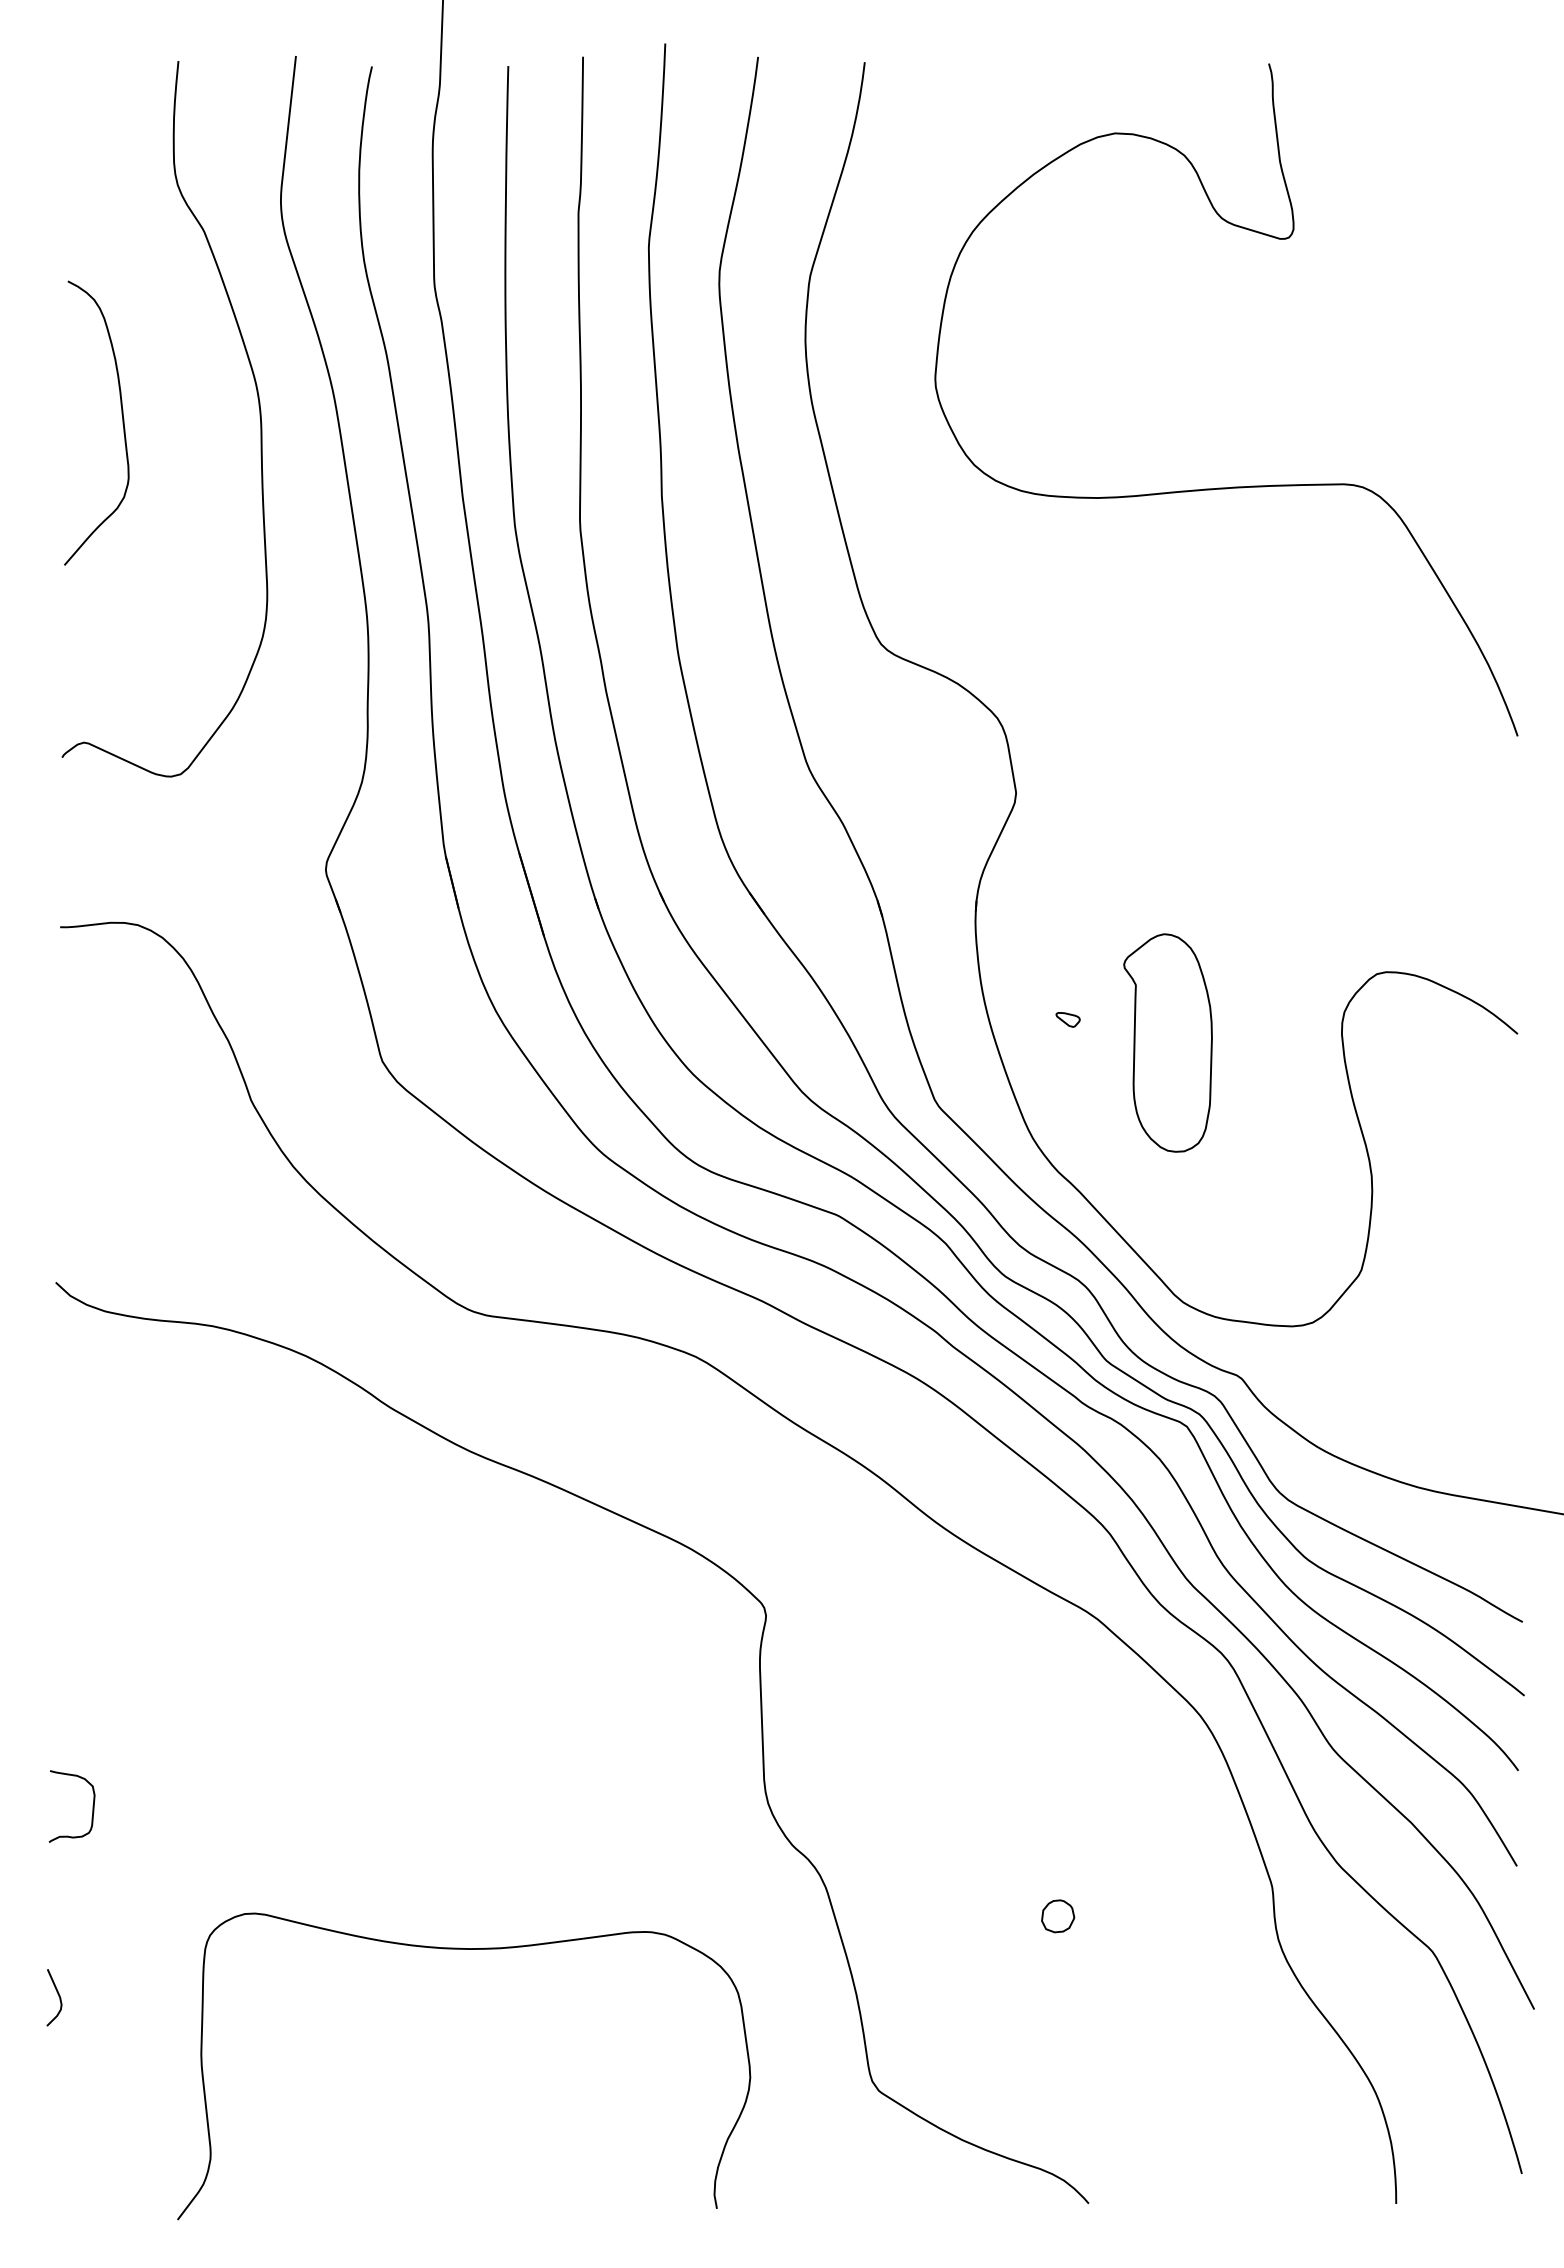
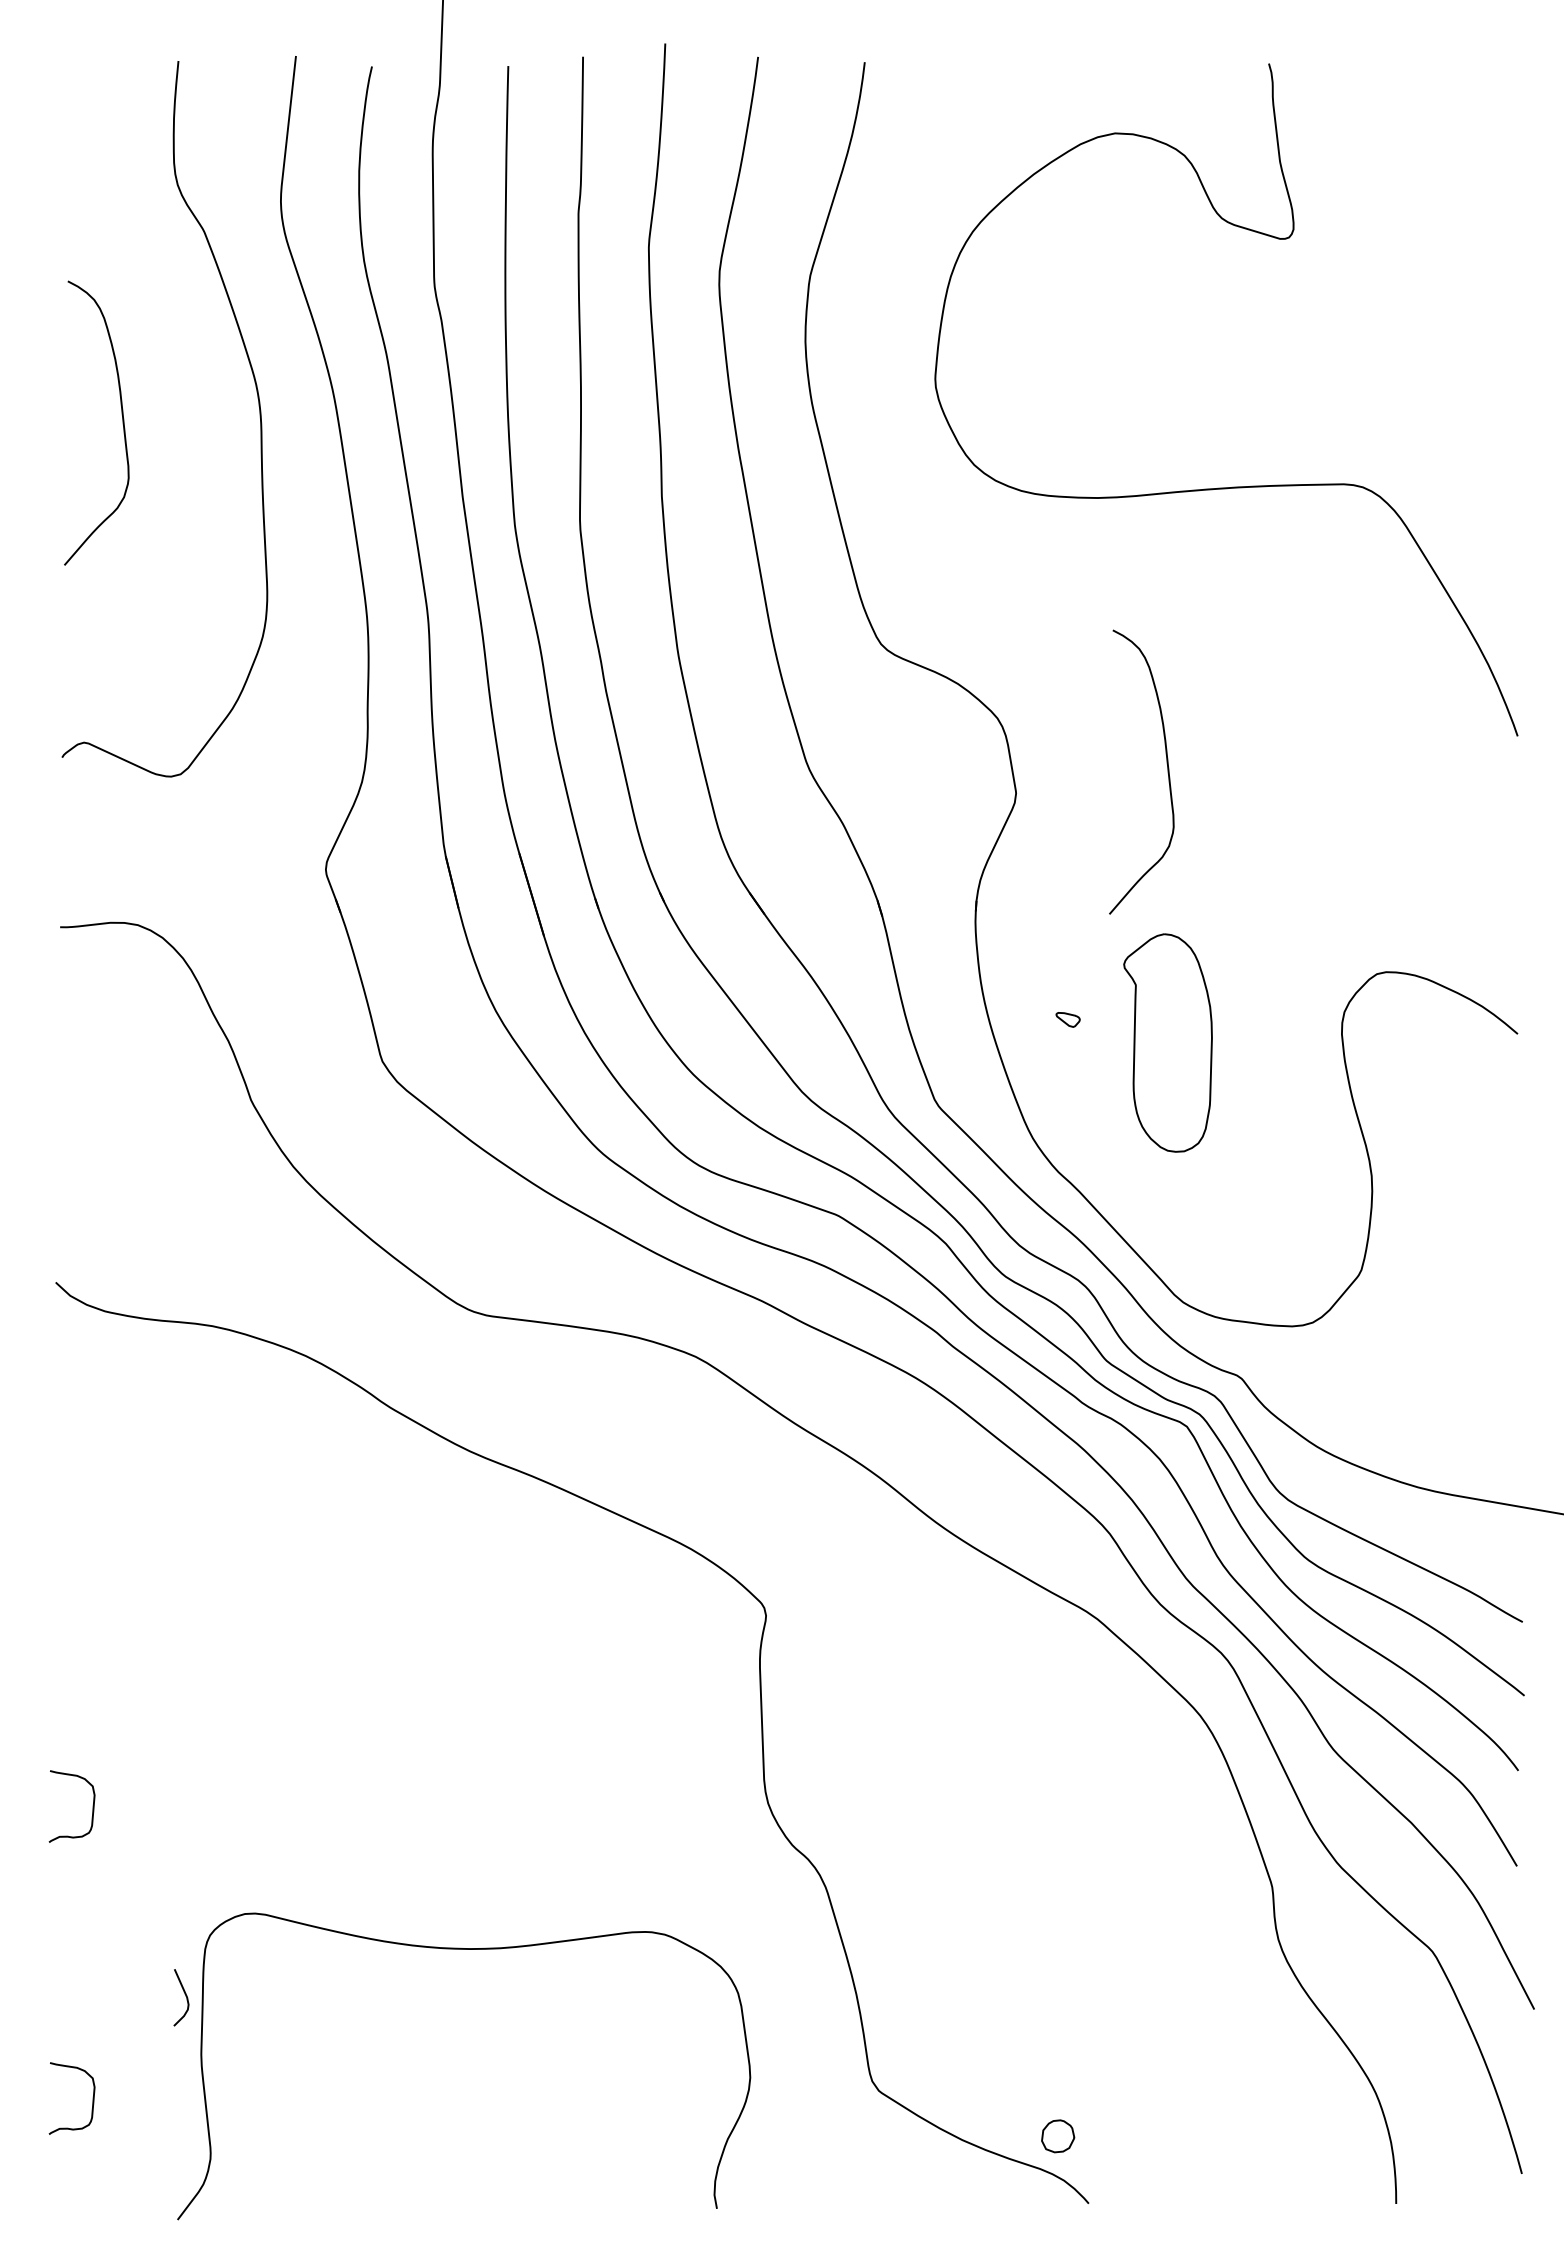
curve at (1167, 771): none -> present
part at (1058, 1916) position: (1058, 1916) -> (1058, 2136)
curve at (58, 1996) position: (58, 1996) -> (185, 1996)
curve at (92, 2098): none -> present
